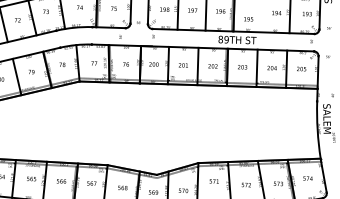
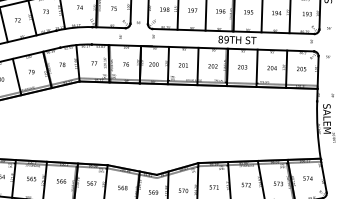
line at (261, 17): none -> present
text at (248, 19) position: (248, 19) -> (248, 12)
text at (213, 181) position: (213, 181) -> (213, 187)
